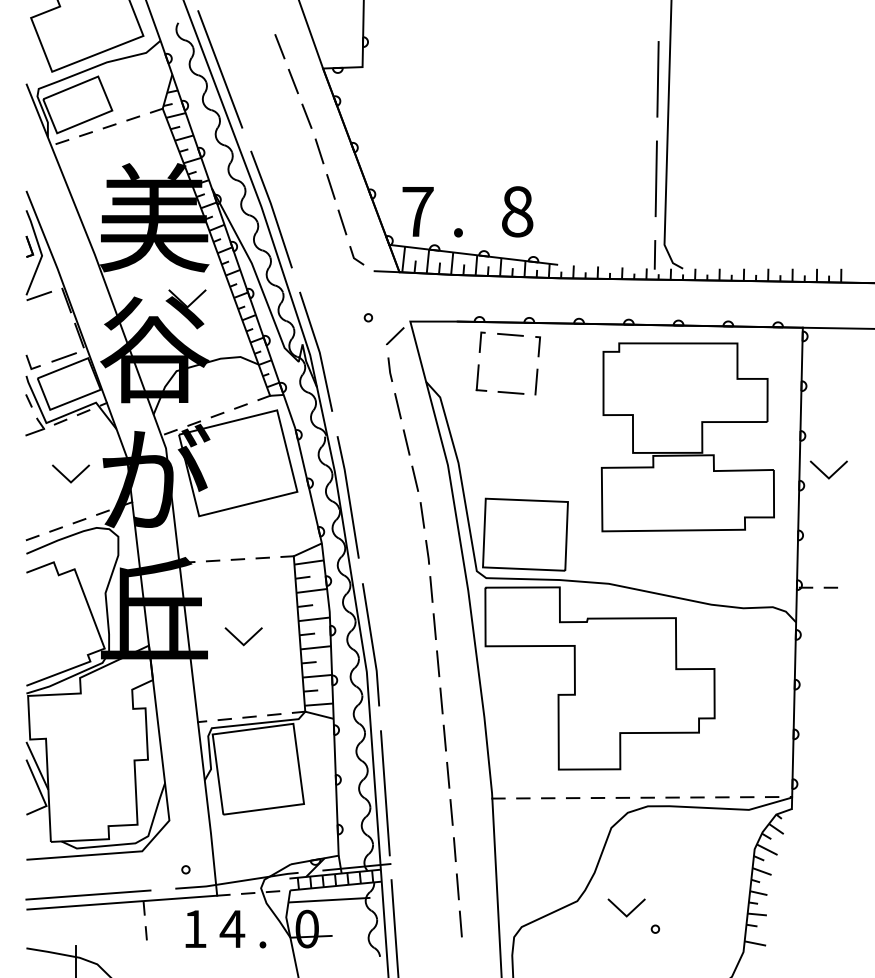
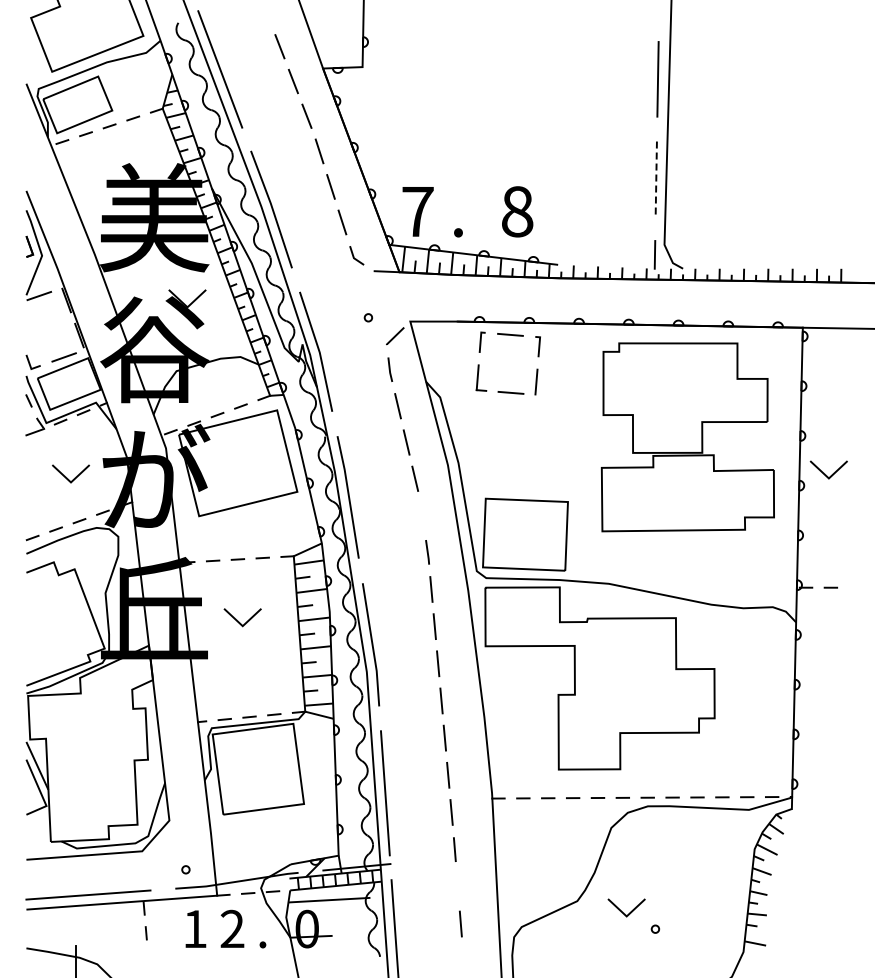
line at (656, 179): solid -> dashed
line at (422, 515): present -> none
line at (239, 639) position: (239, 639) -> (238, 620)
line at (457, 886): present -> none
text at (232, 928): 4 -> 2
